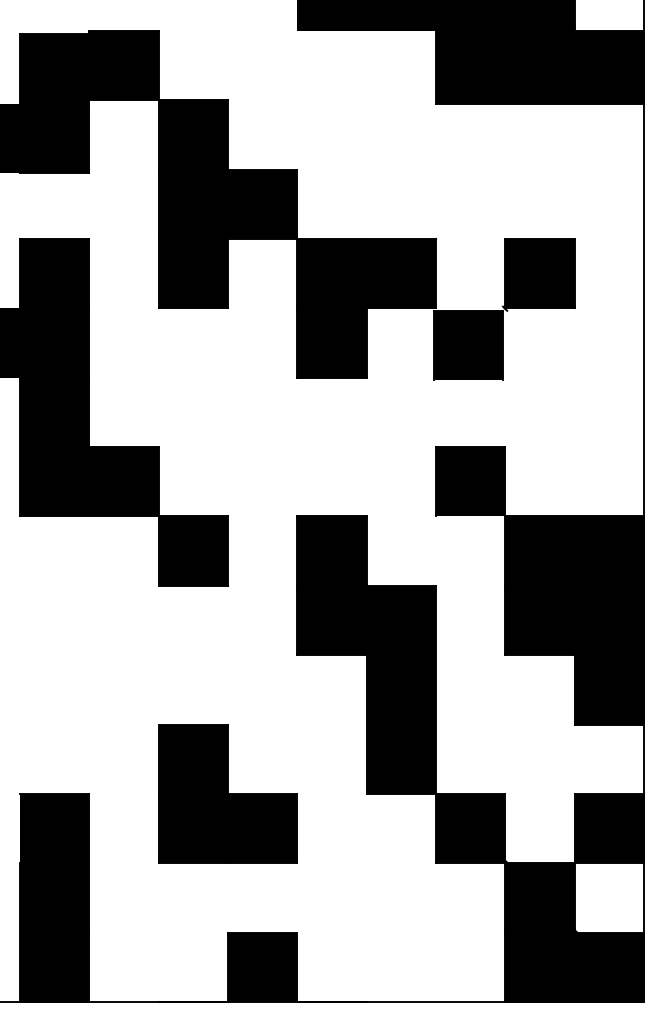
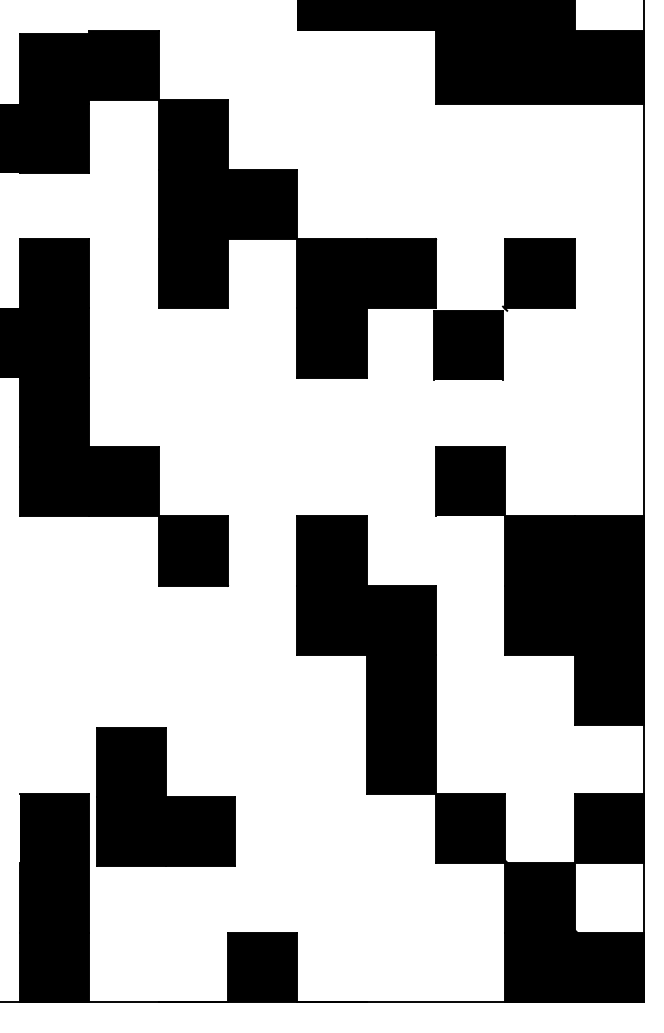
part at (227, 793) position: (227, 793) -> (165, 796)
